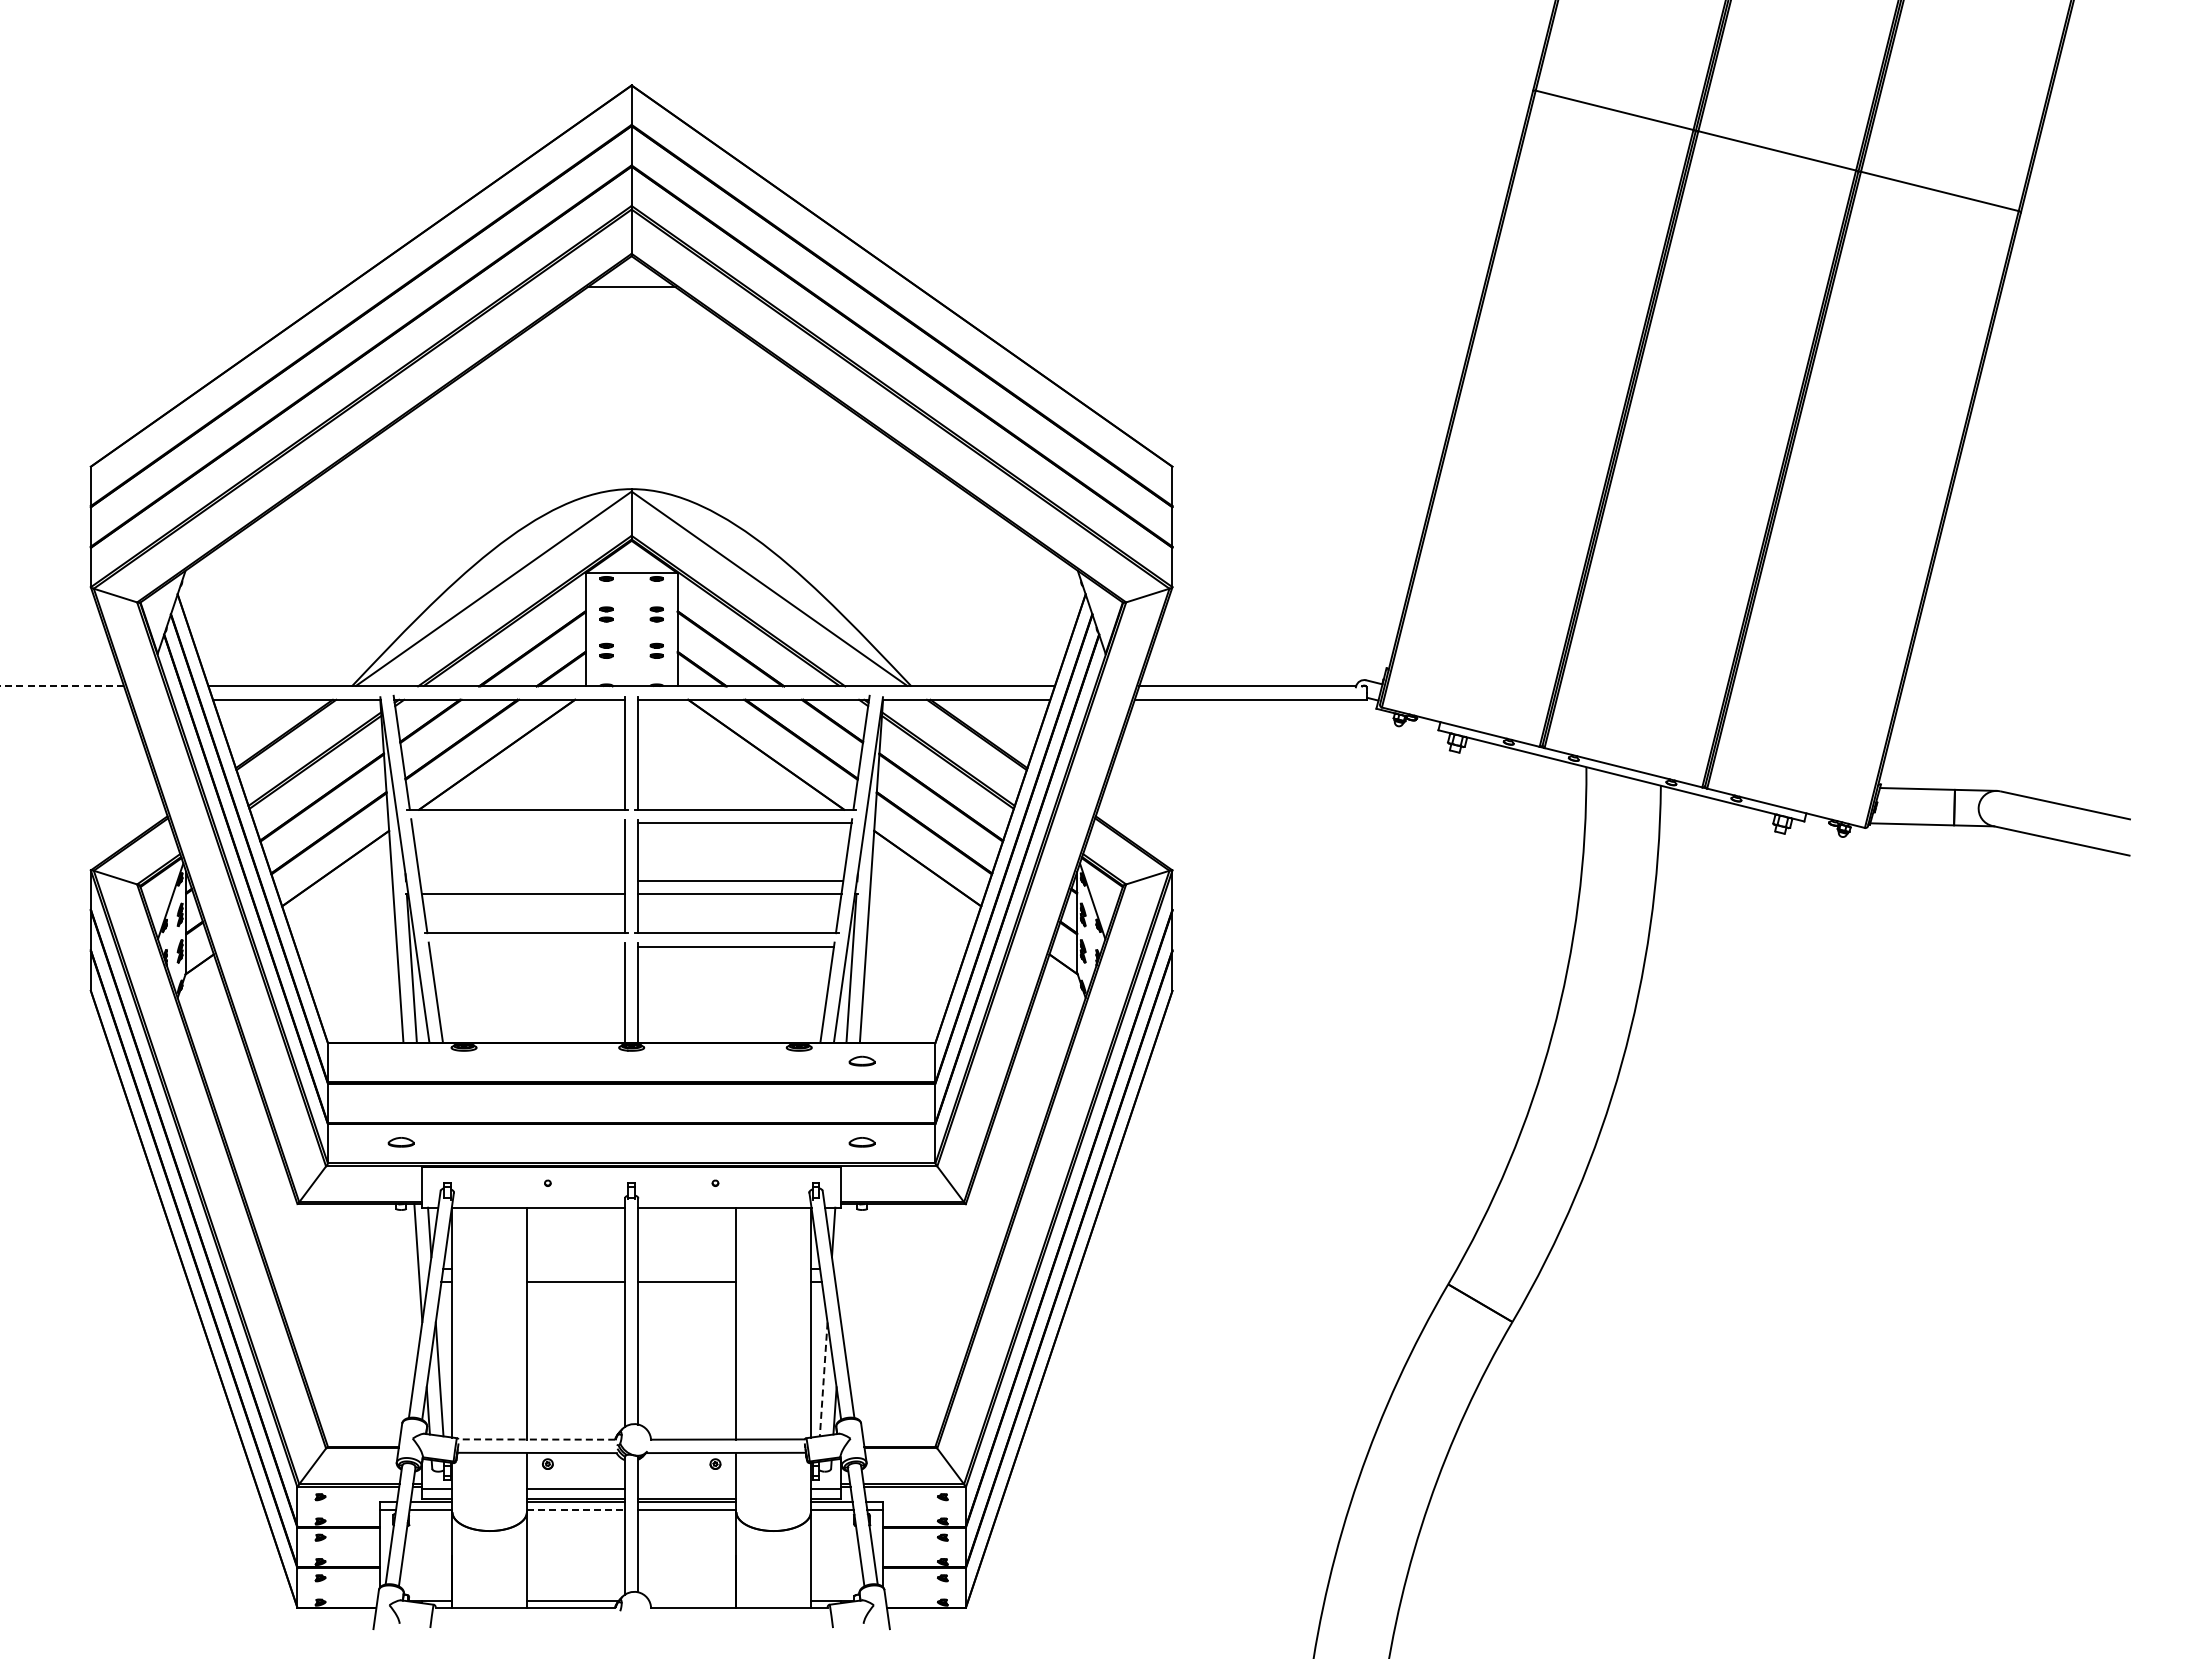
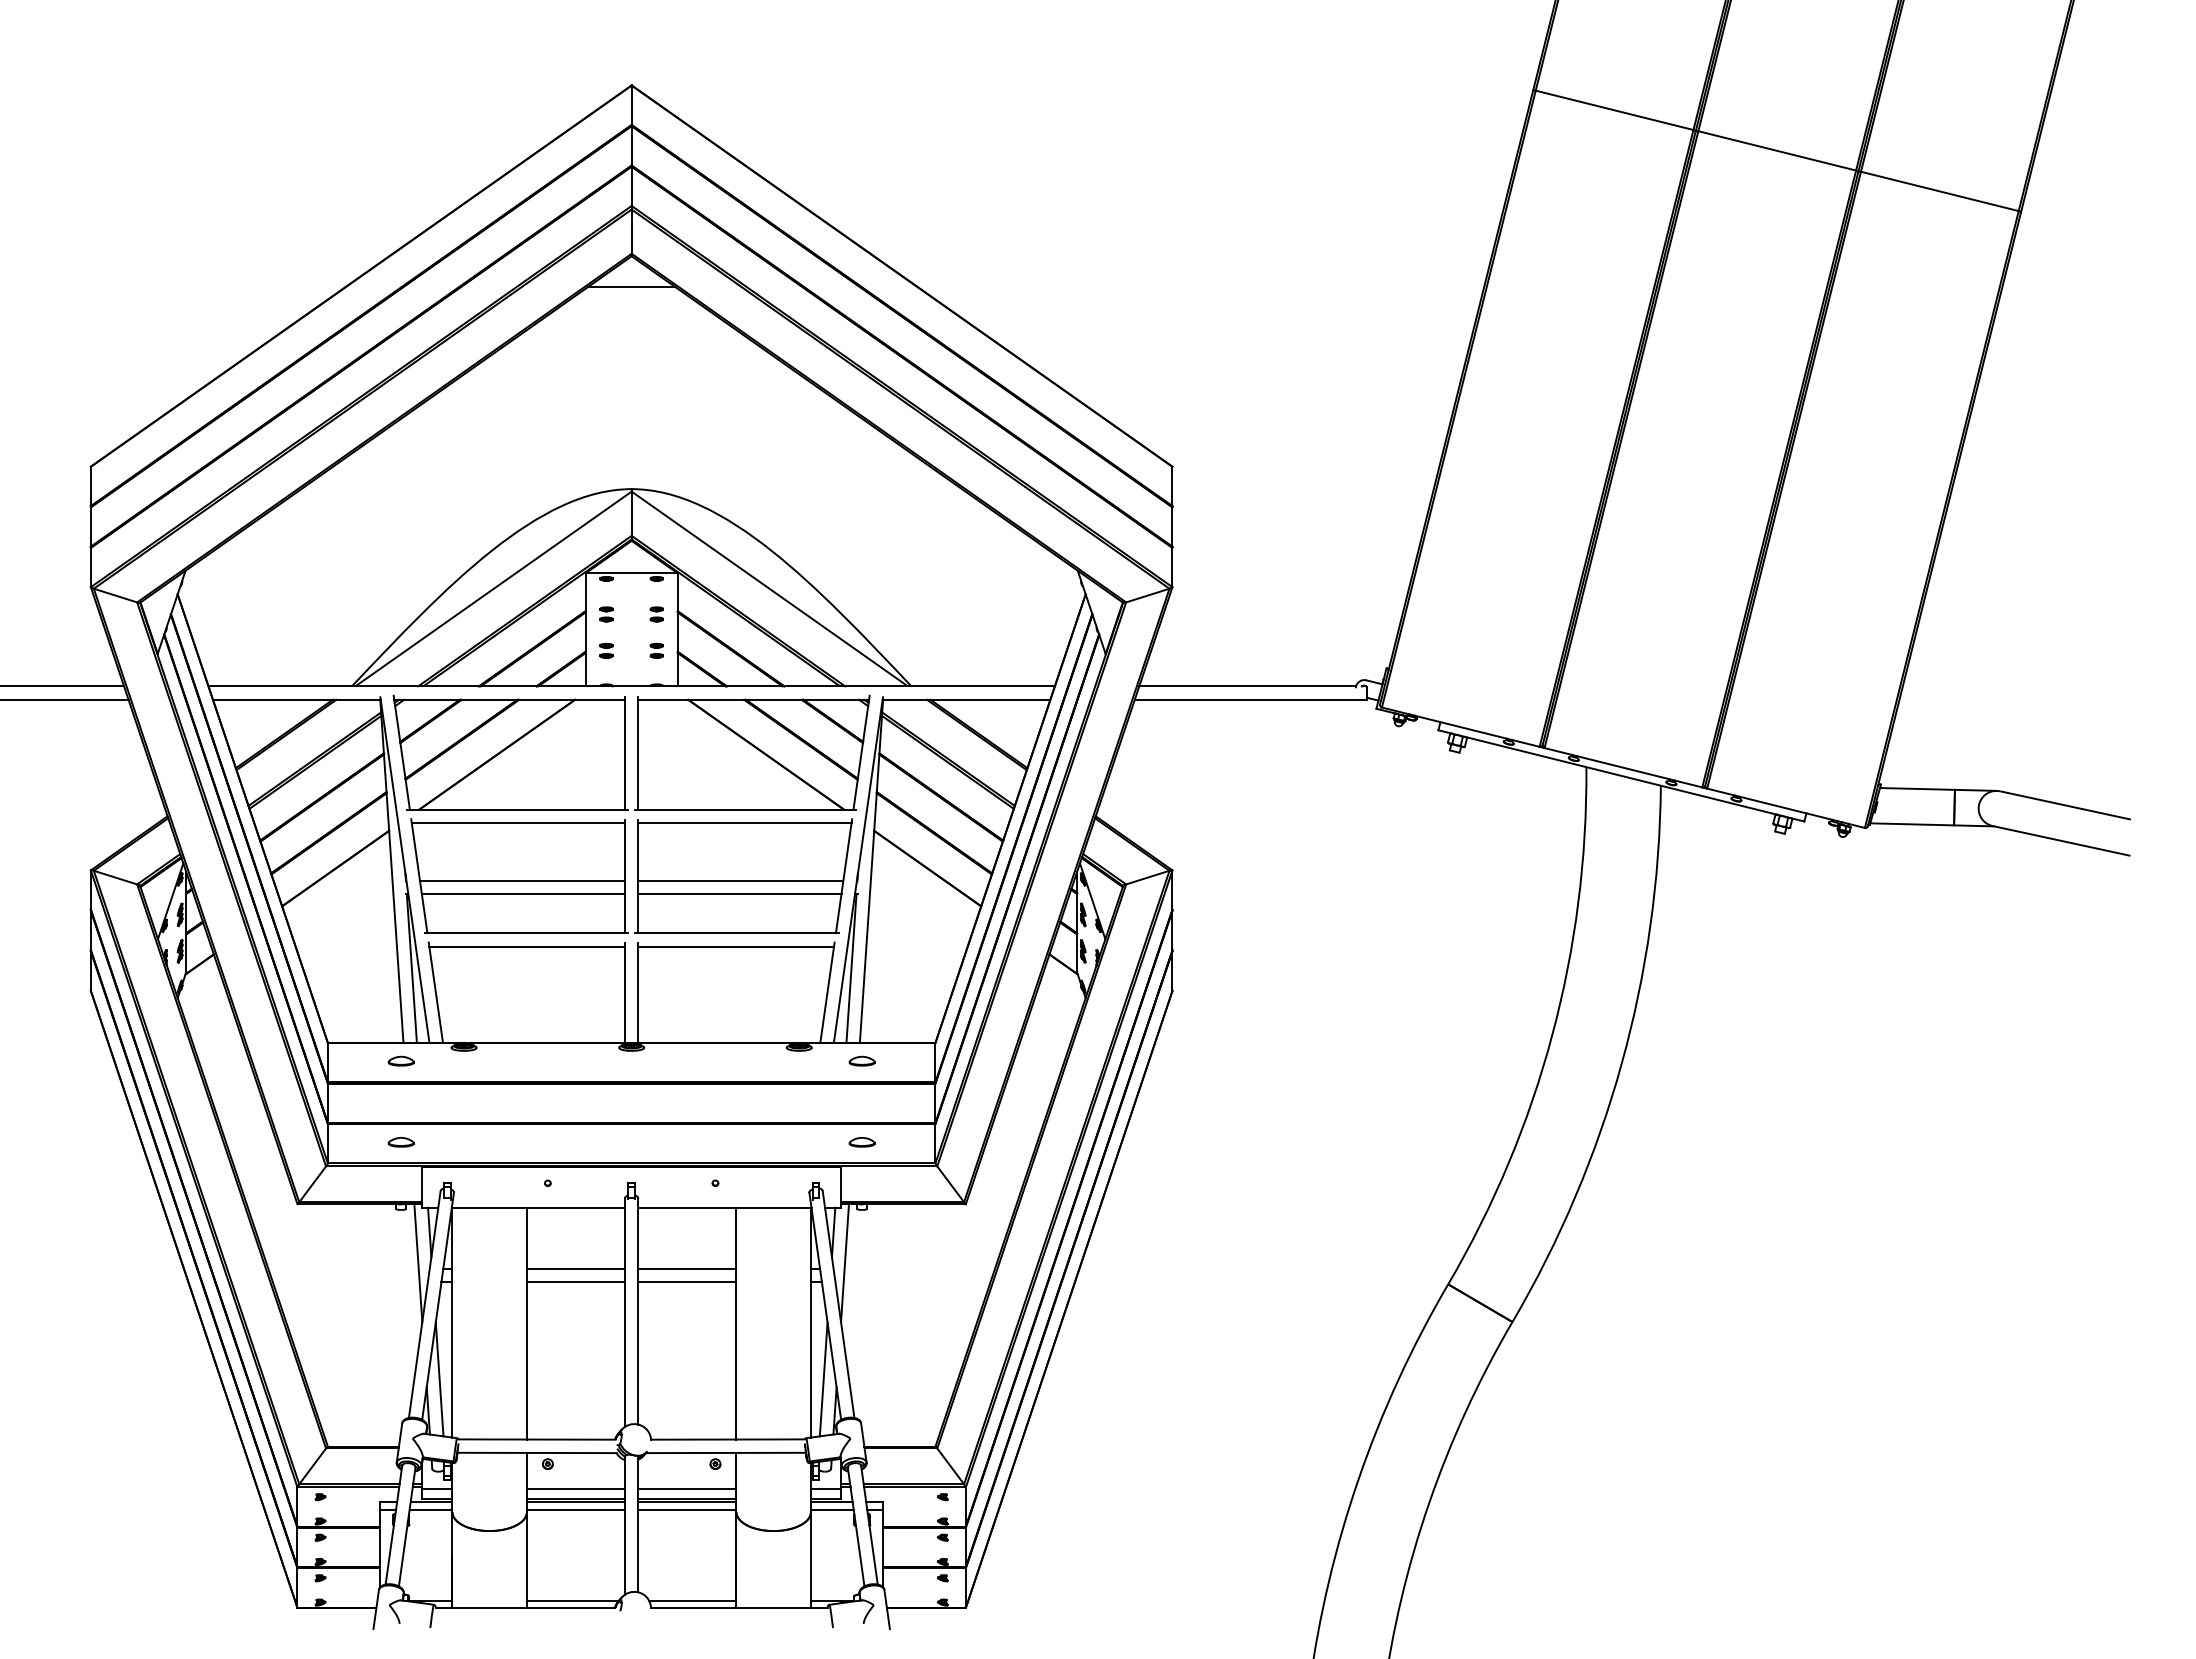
line at (62, 686): dashed -> solid
line at (65, 699): none -> present
line at (517, 823): none -> present
line at (521, 880): none -> present
line at (526, 946): none -> present
part at (400, 1060): none -> present
line at (845, 1263): none -> present
line at (575, 1268): none -> present
line at (687, 1268): none -> present
line at (823, 1379): dashed -> solid
line at (536, 1439): dashed -> solid
line at (687, 1488): none -> present
line at (576, 1510): dashed -> solid
line at (692, 1601): none -> present
